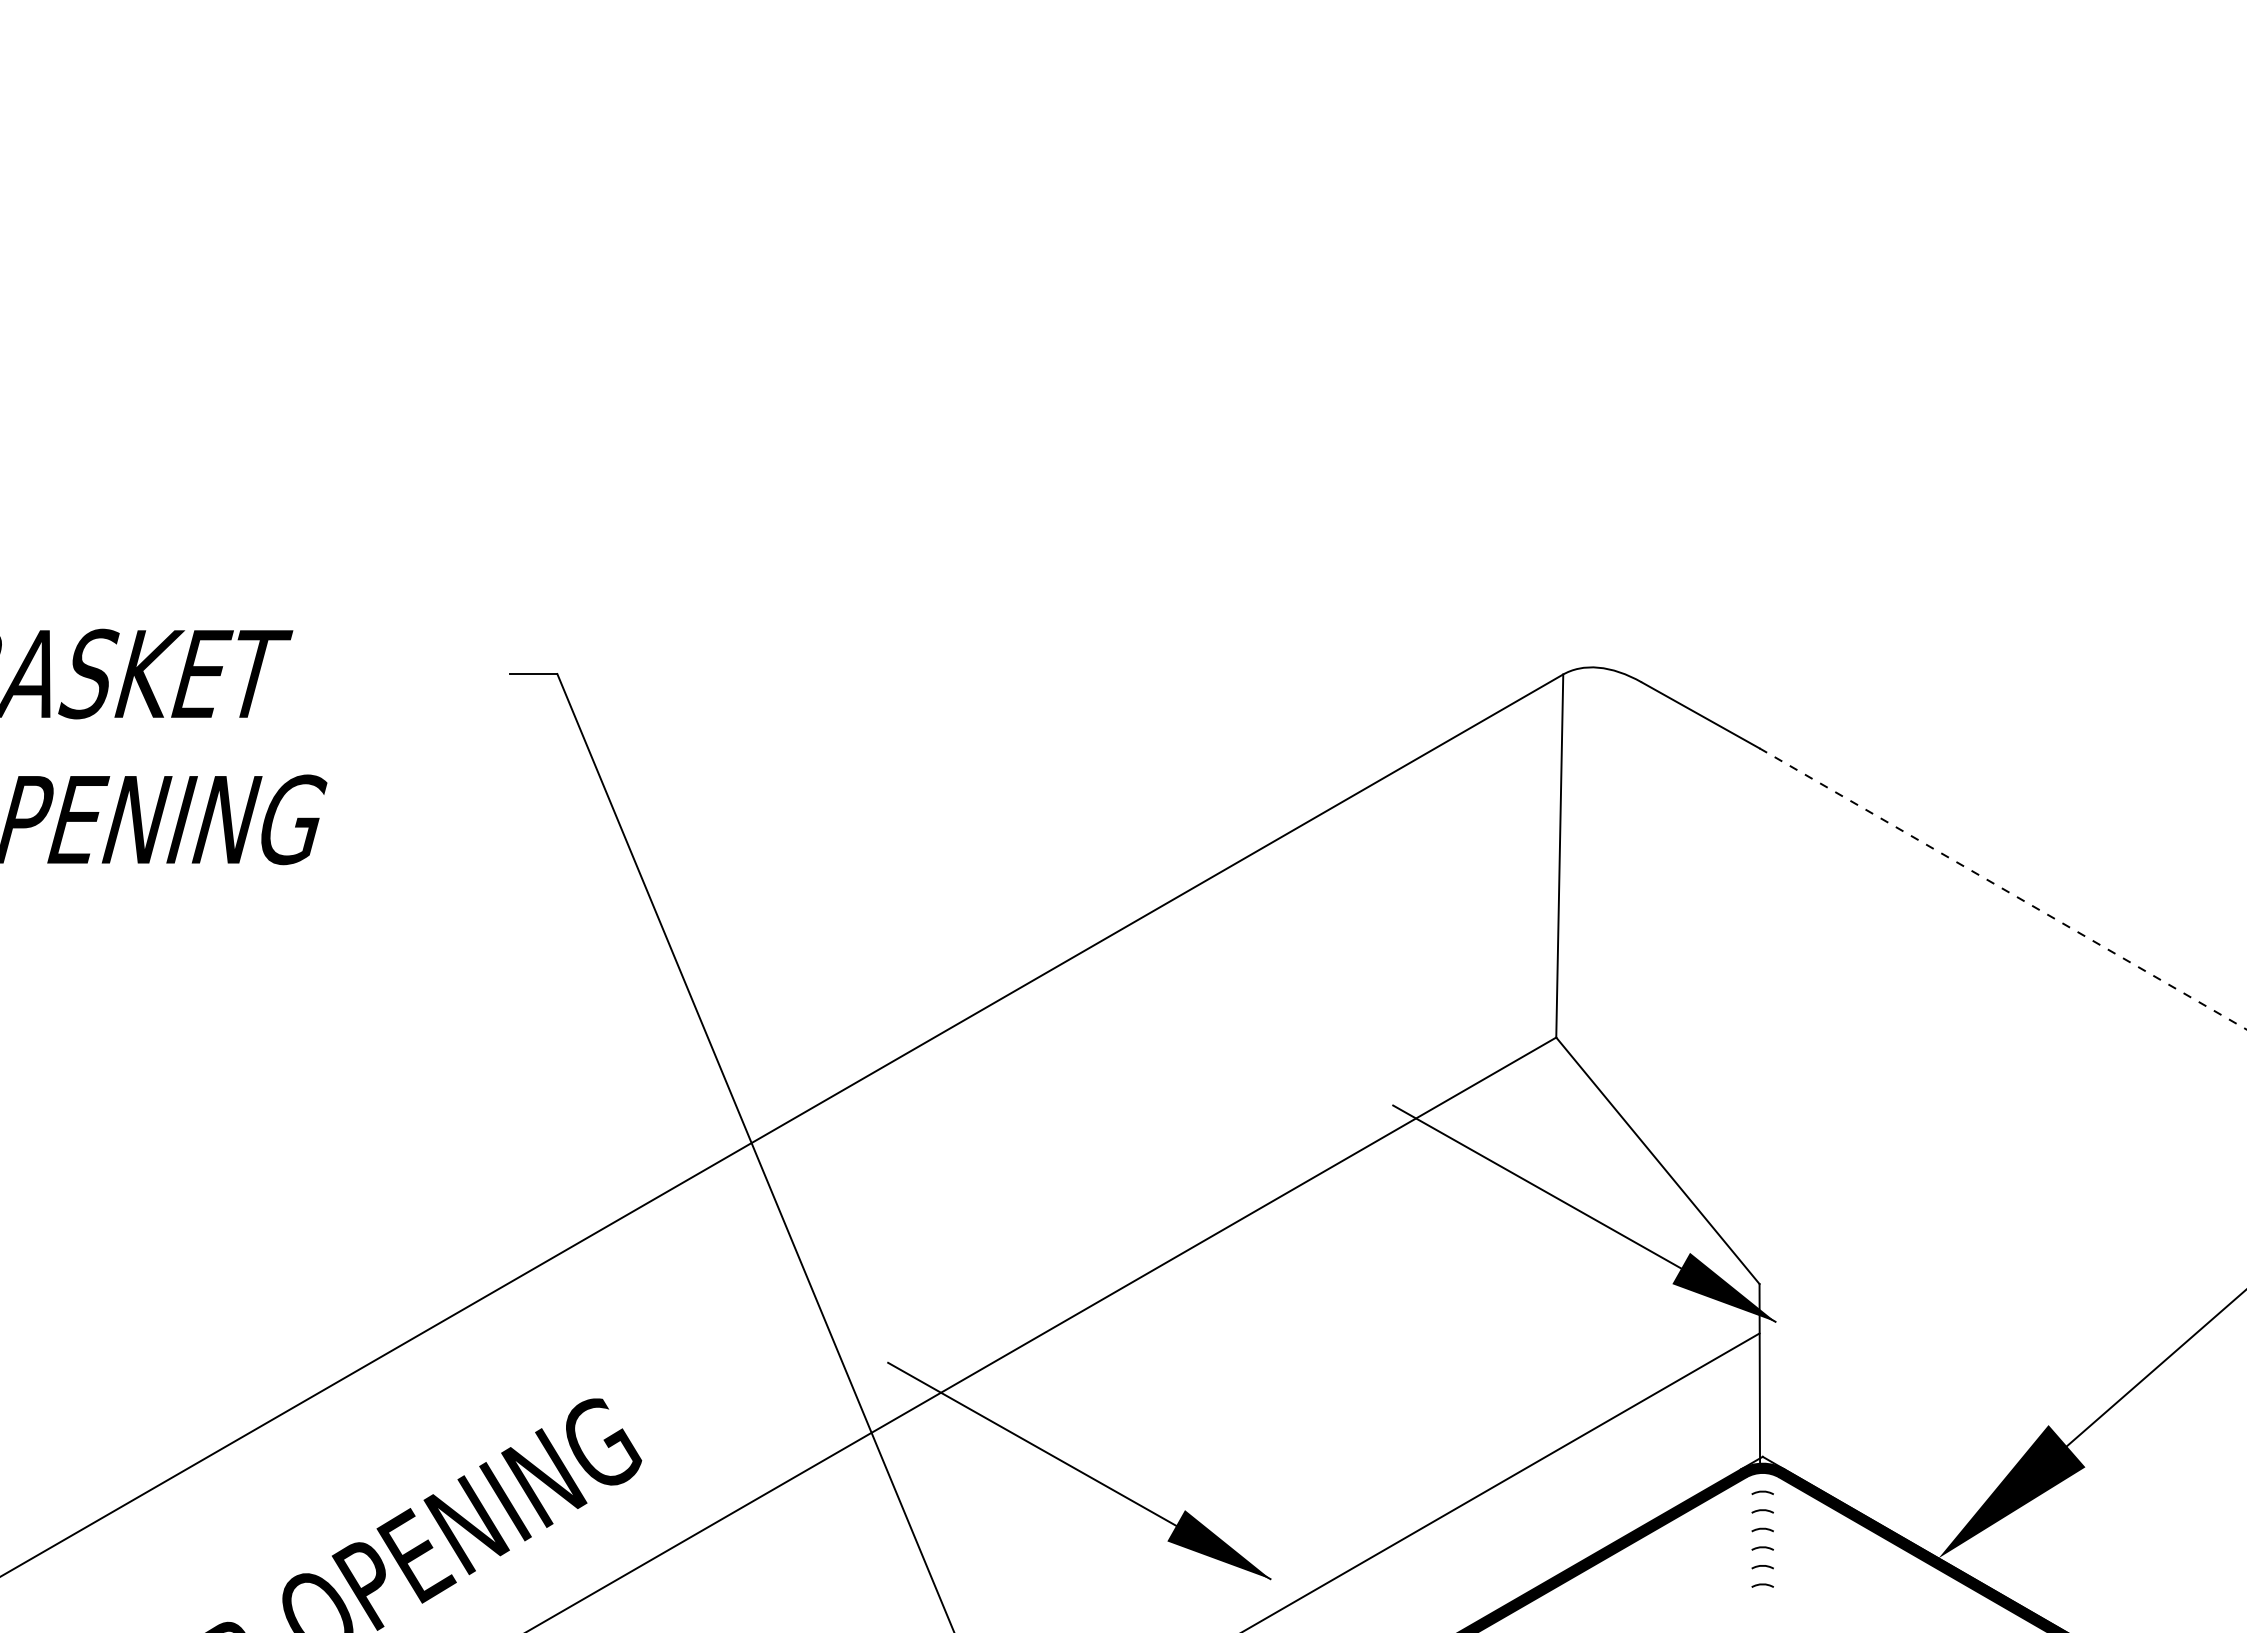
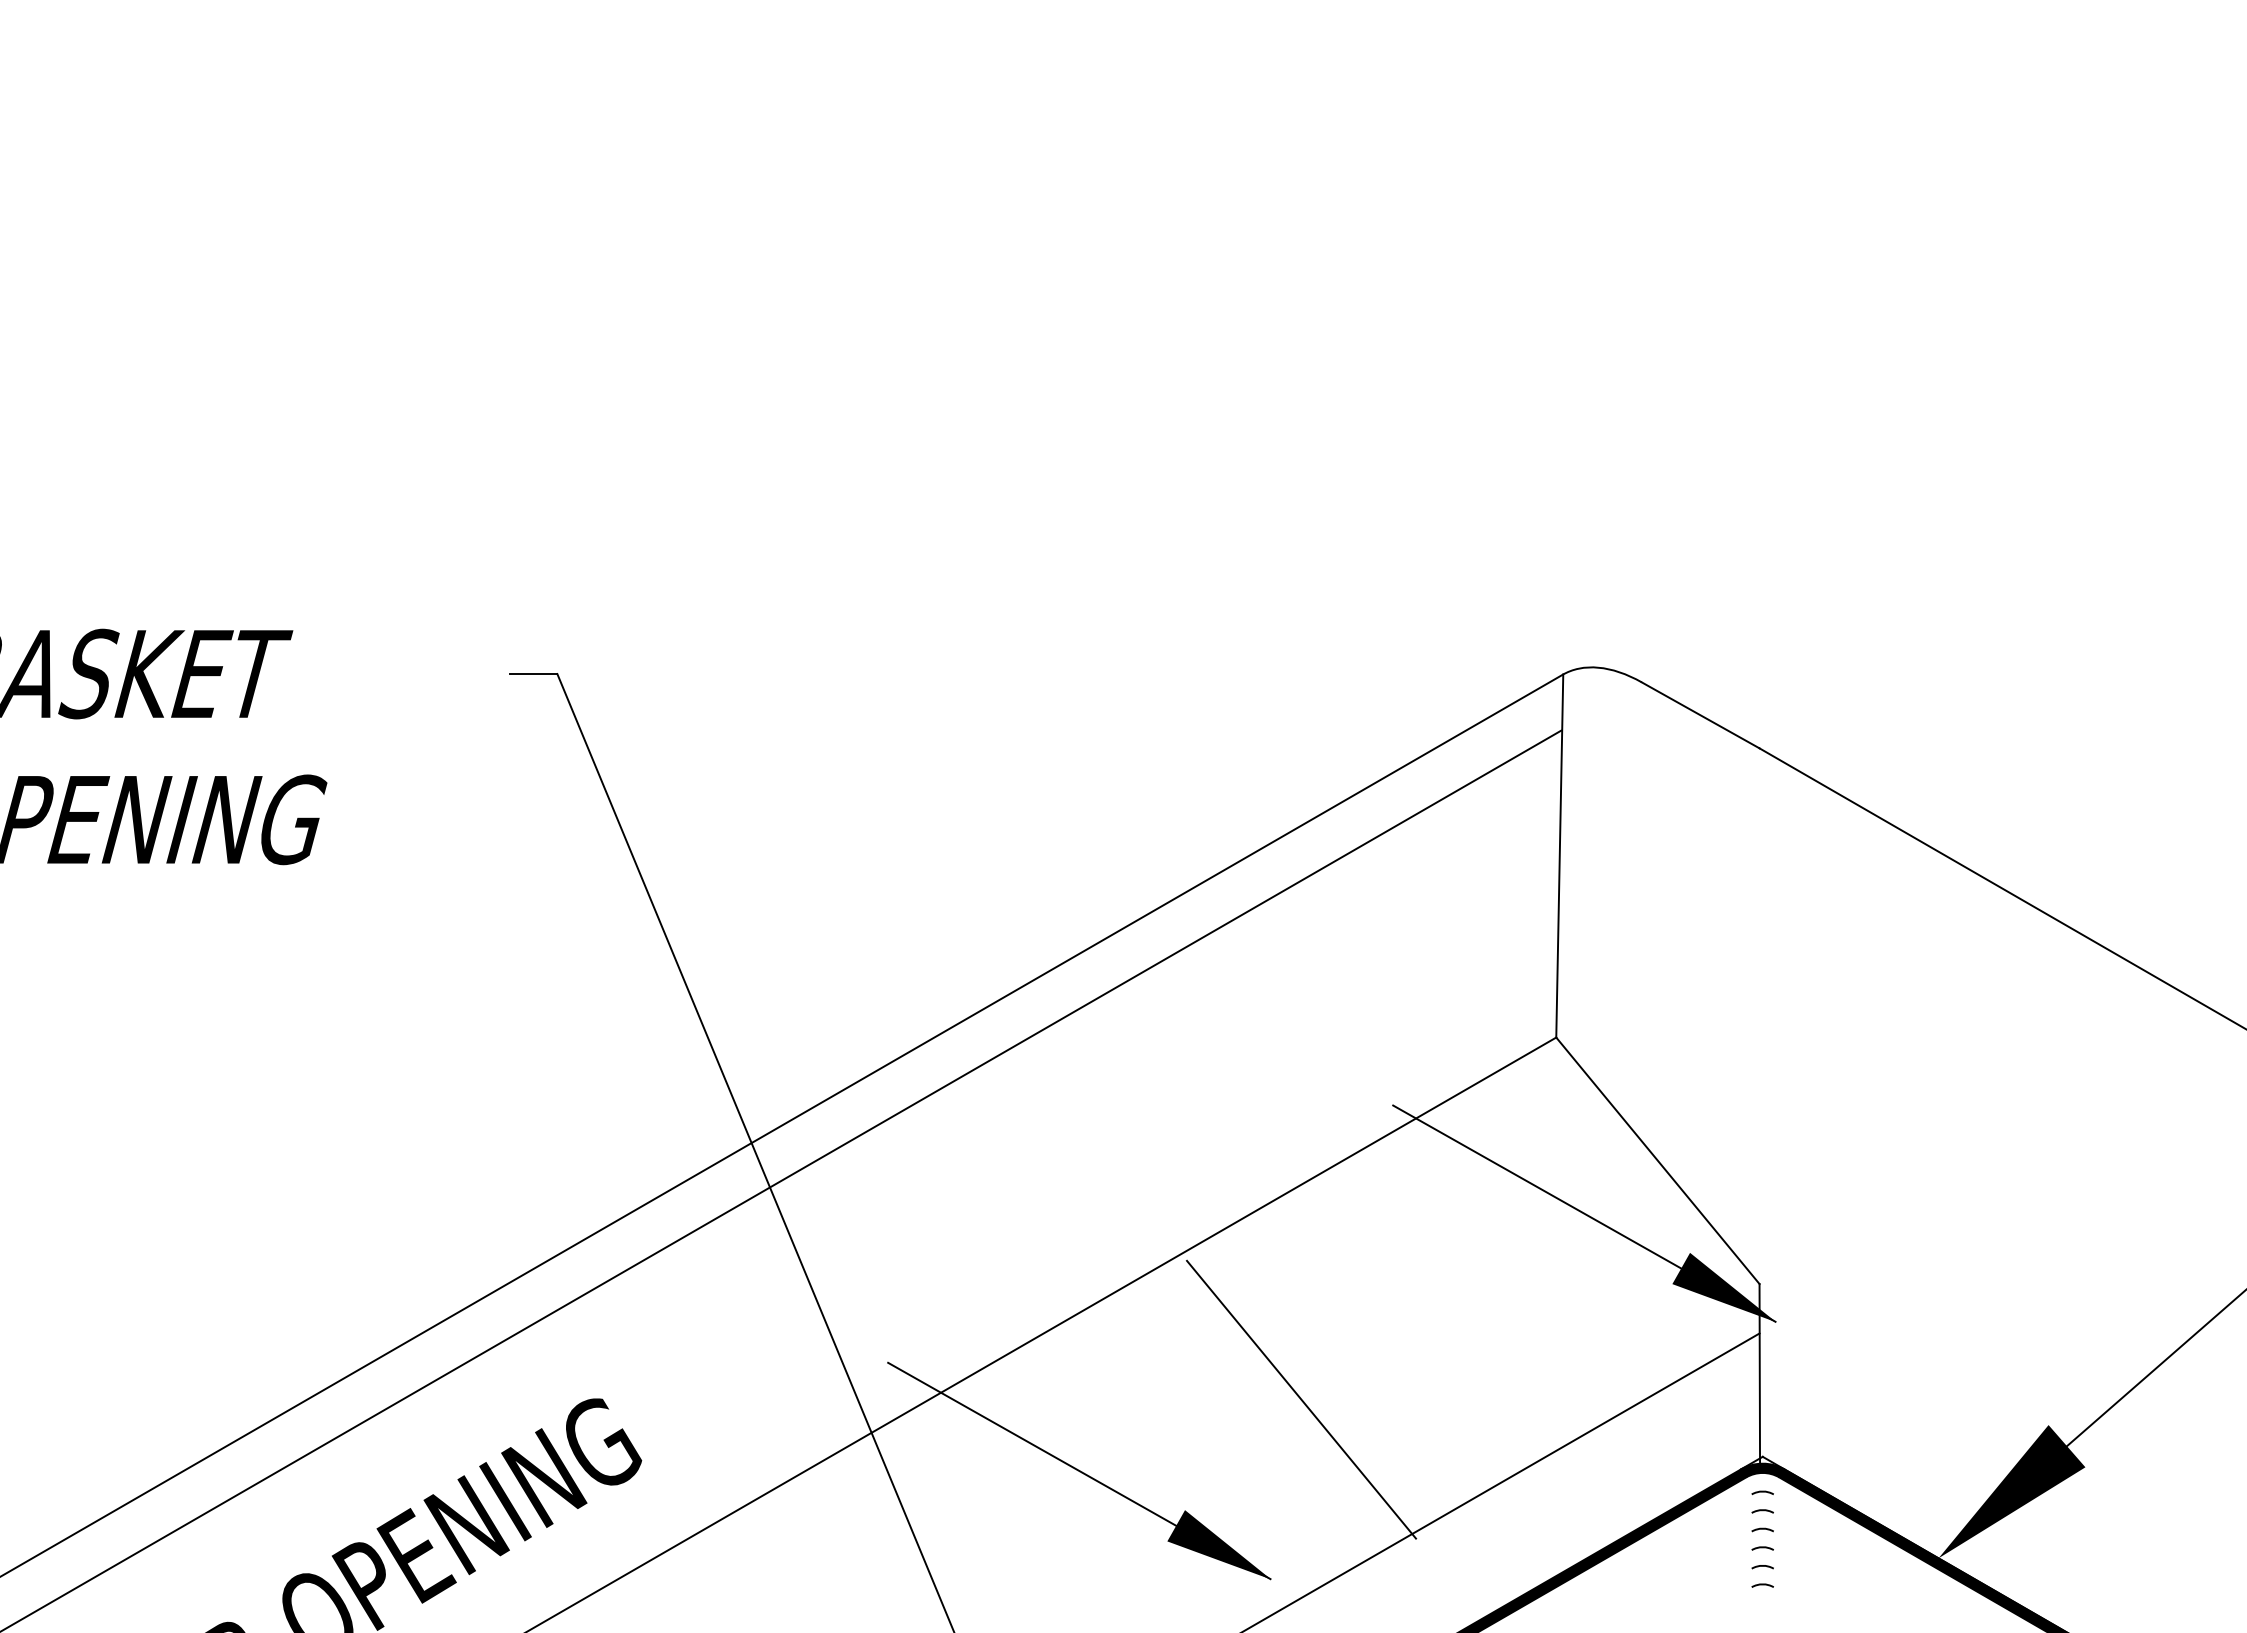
line at (2002, 888): dashed -> solid
line at (782, 1179): none -> present
line at (1301, 1399): none -> present
